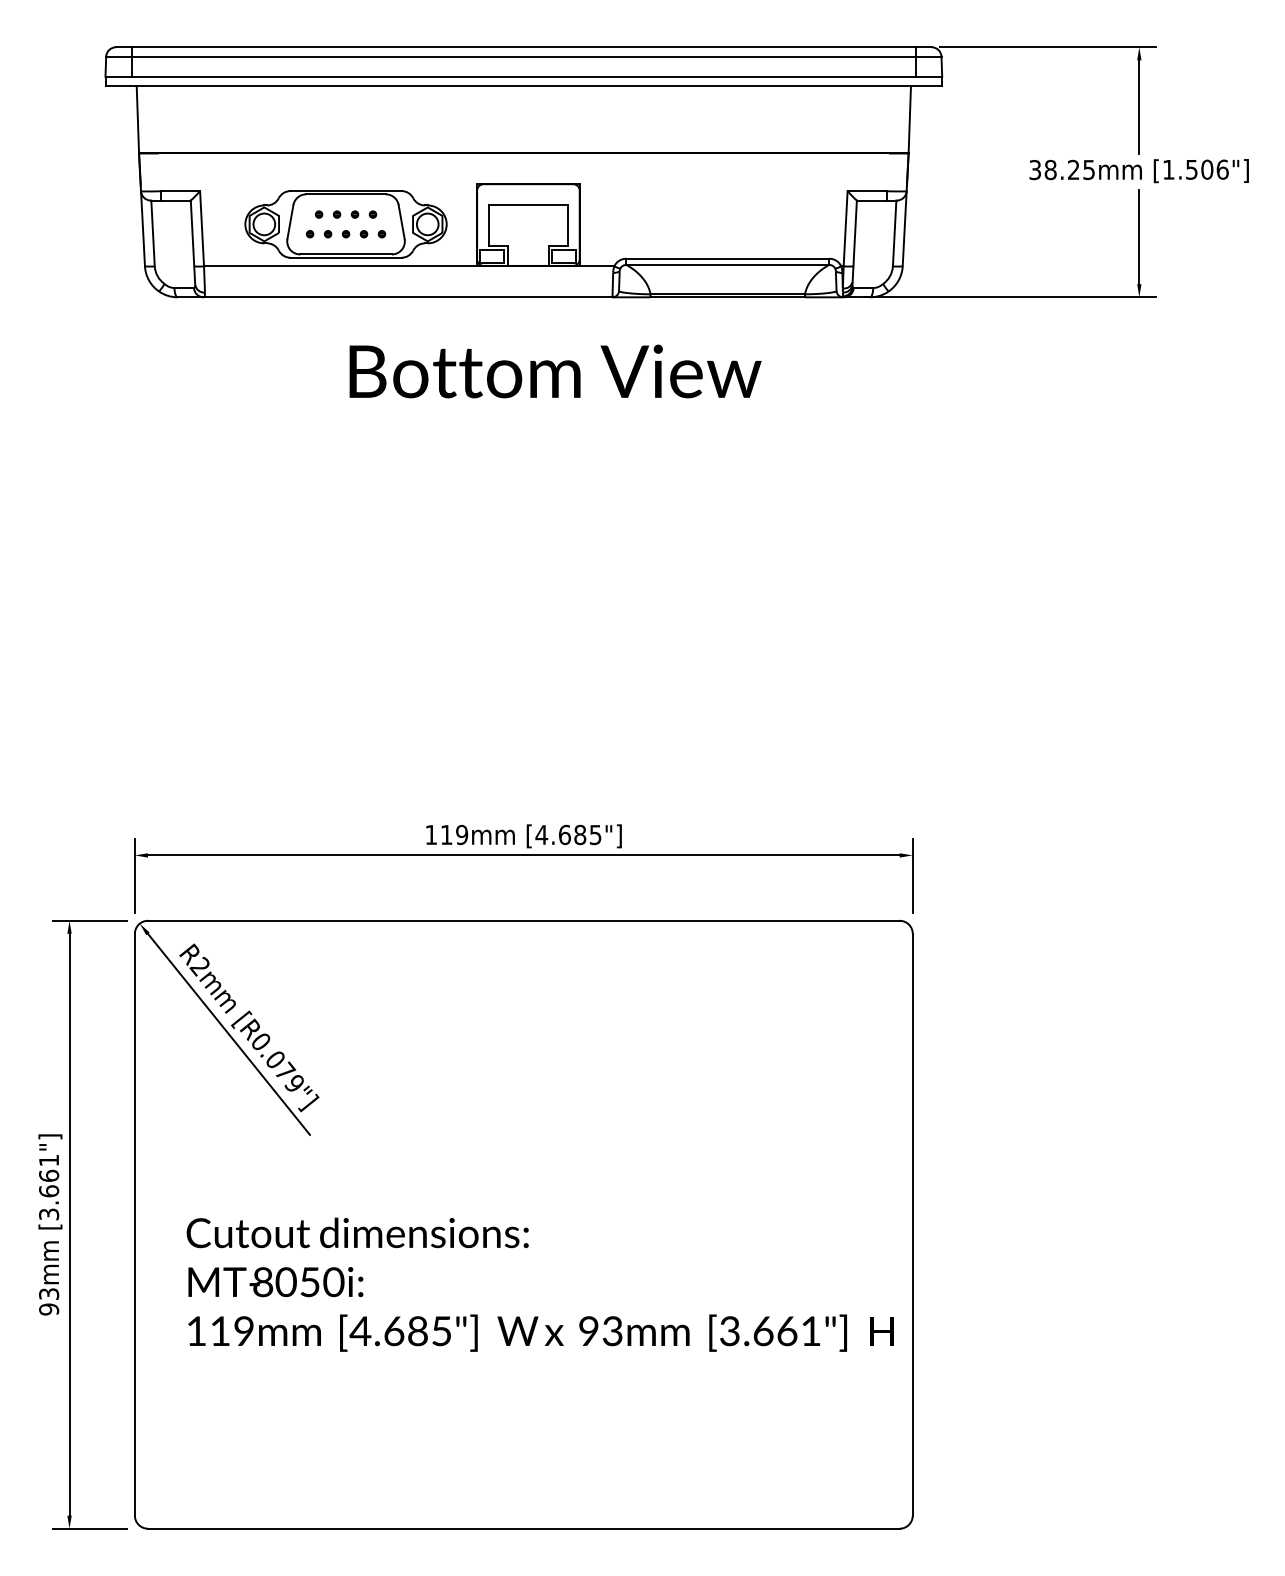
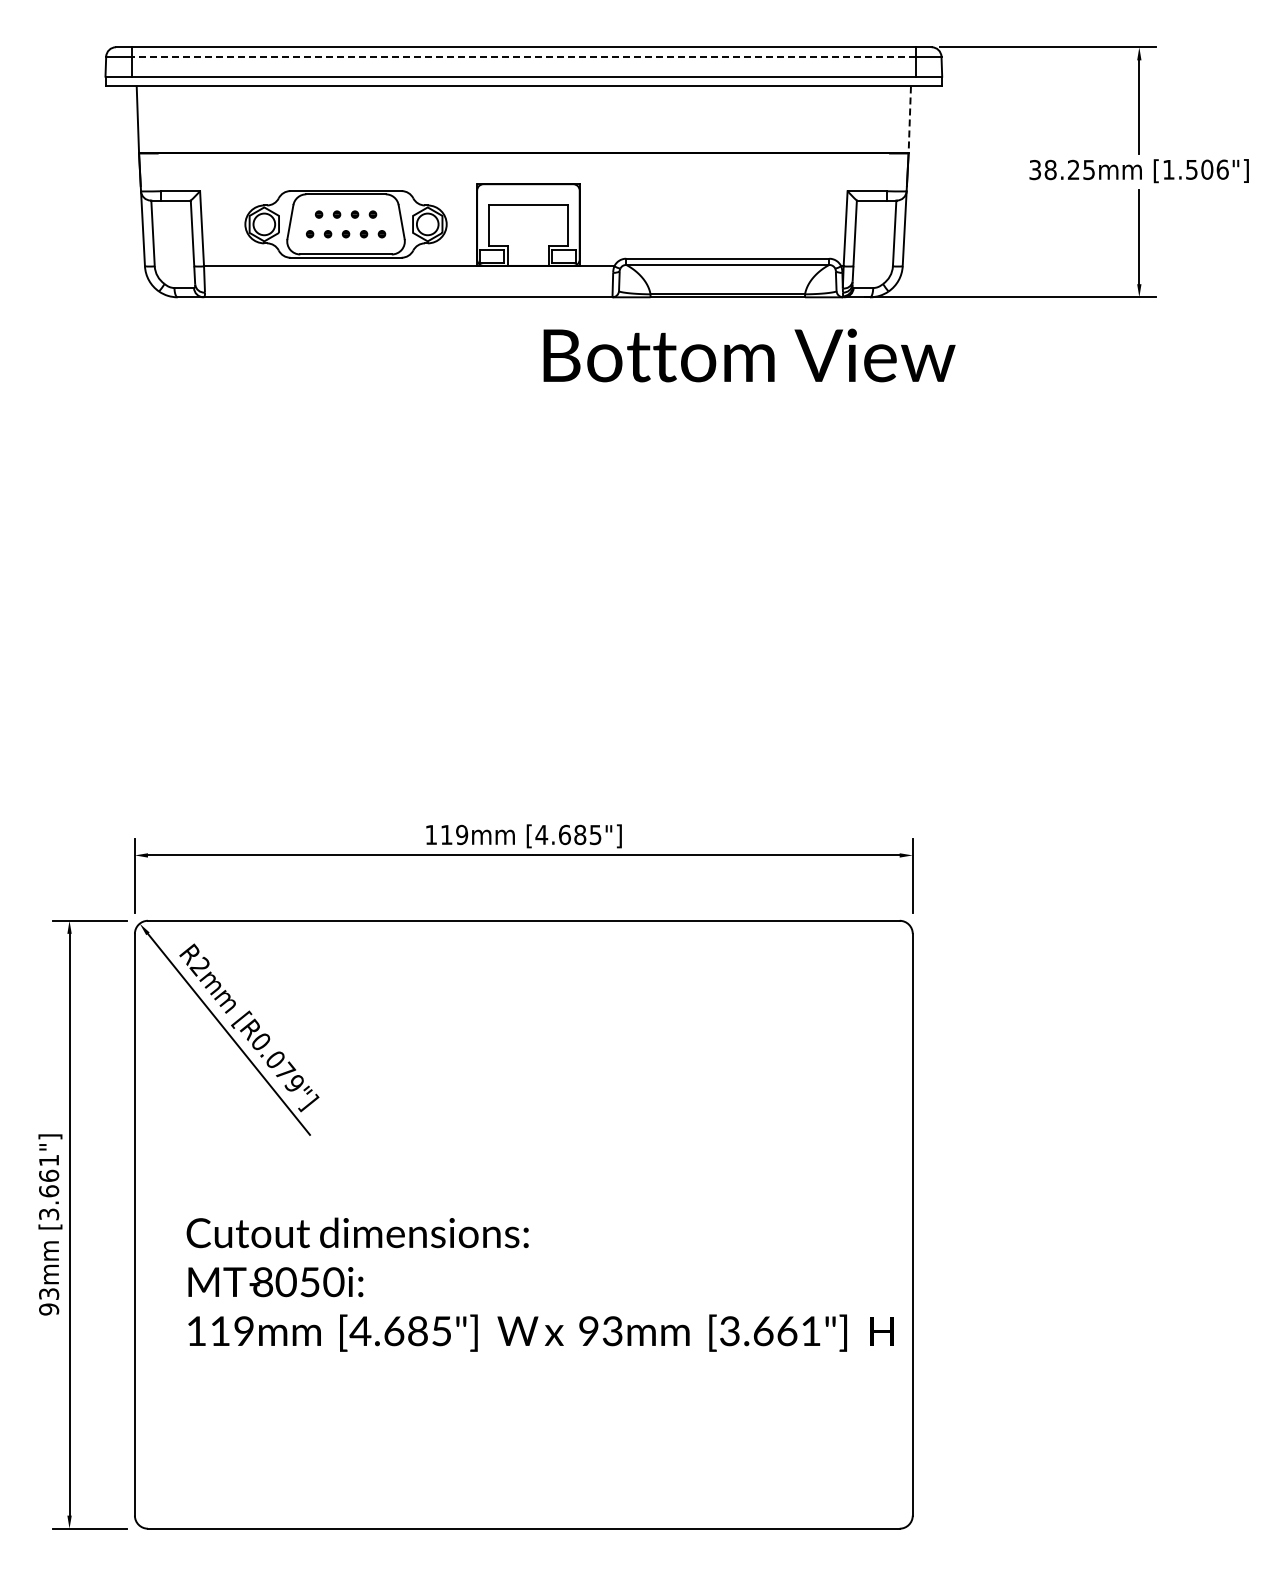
line at (523, 56): solid -> dashed
line at (909, 120): solid -> dashed
text at (555, 371) position: (555, 371) -> (749, 355)
